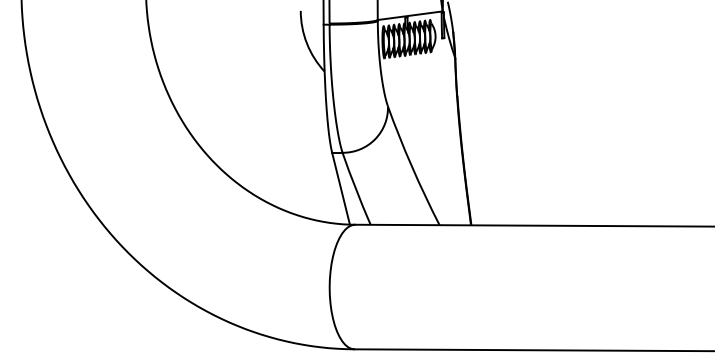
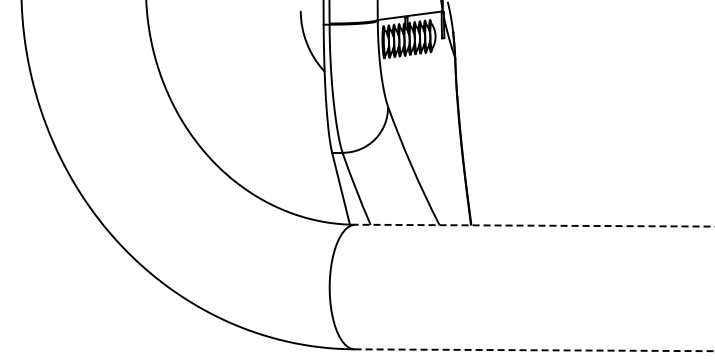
line at (535, 225): solid -> dashed
line at (534, 350): solid -> dashed
